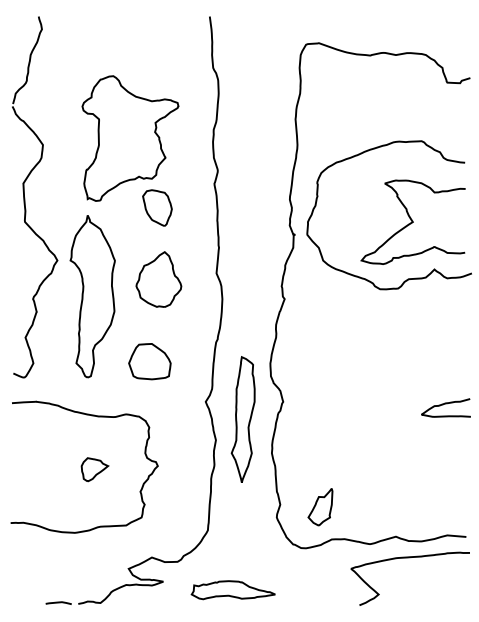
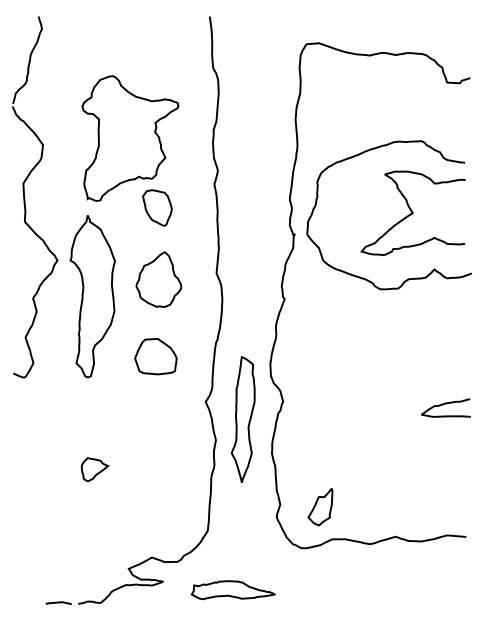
curve at (412, 221) position: (412, 221) -> (412, 212)
part at (149, 361) position: (149, 361) -> (155, 356)
curve at (91, 416): present -> none
curve at (409, 558): present -> none
